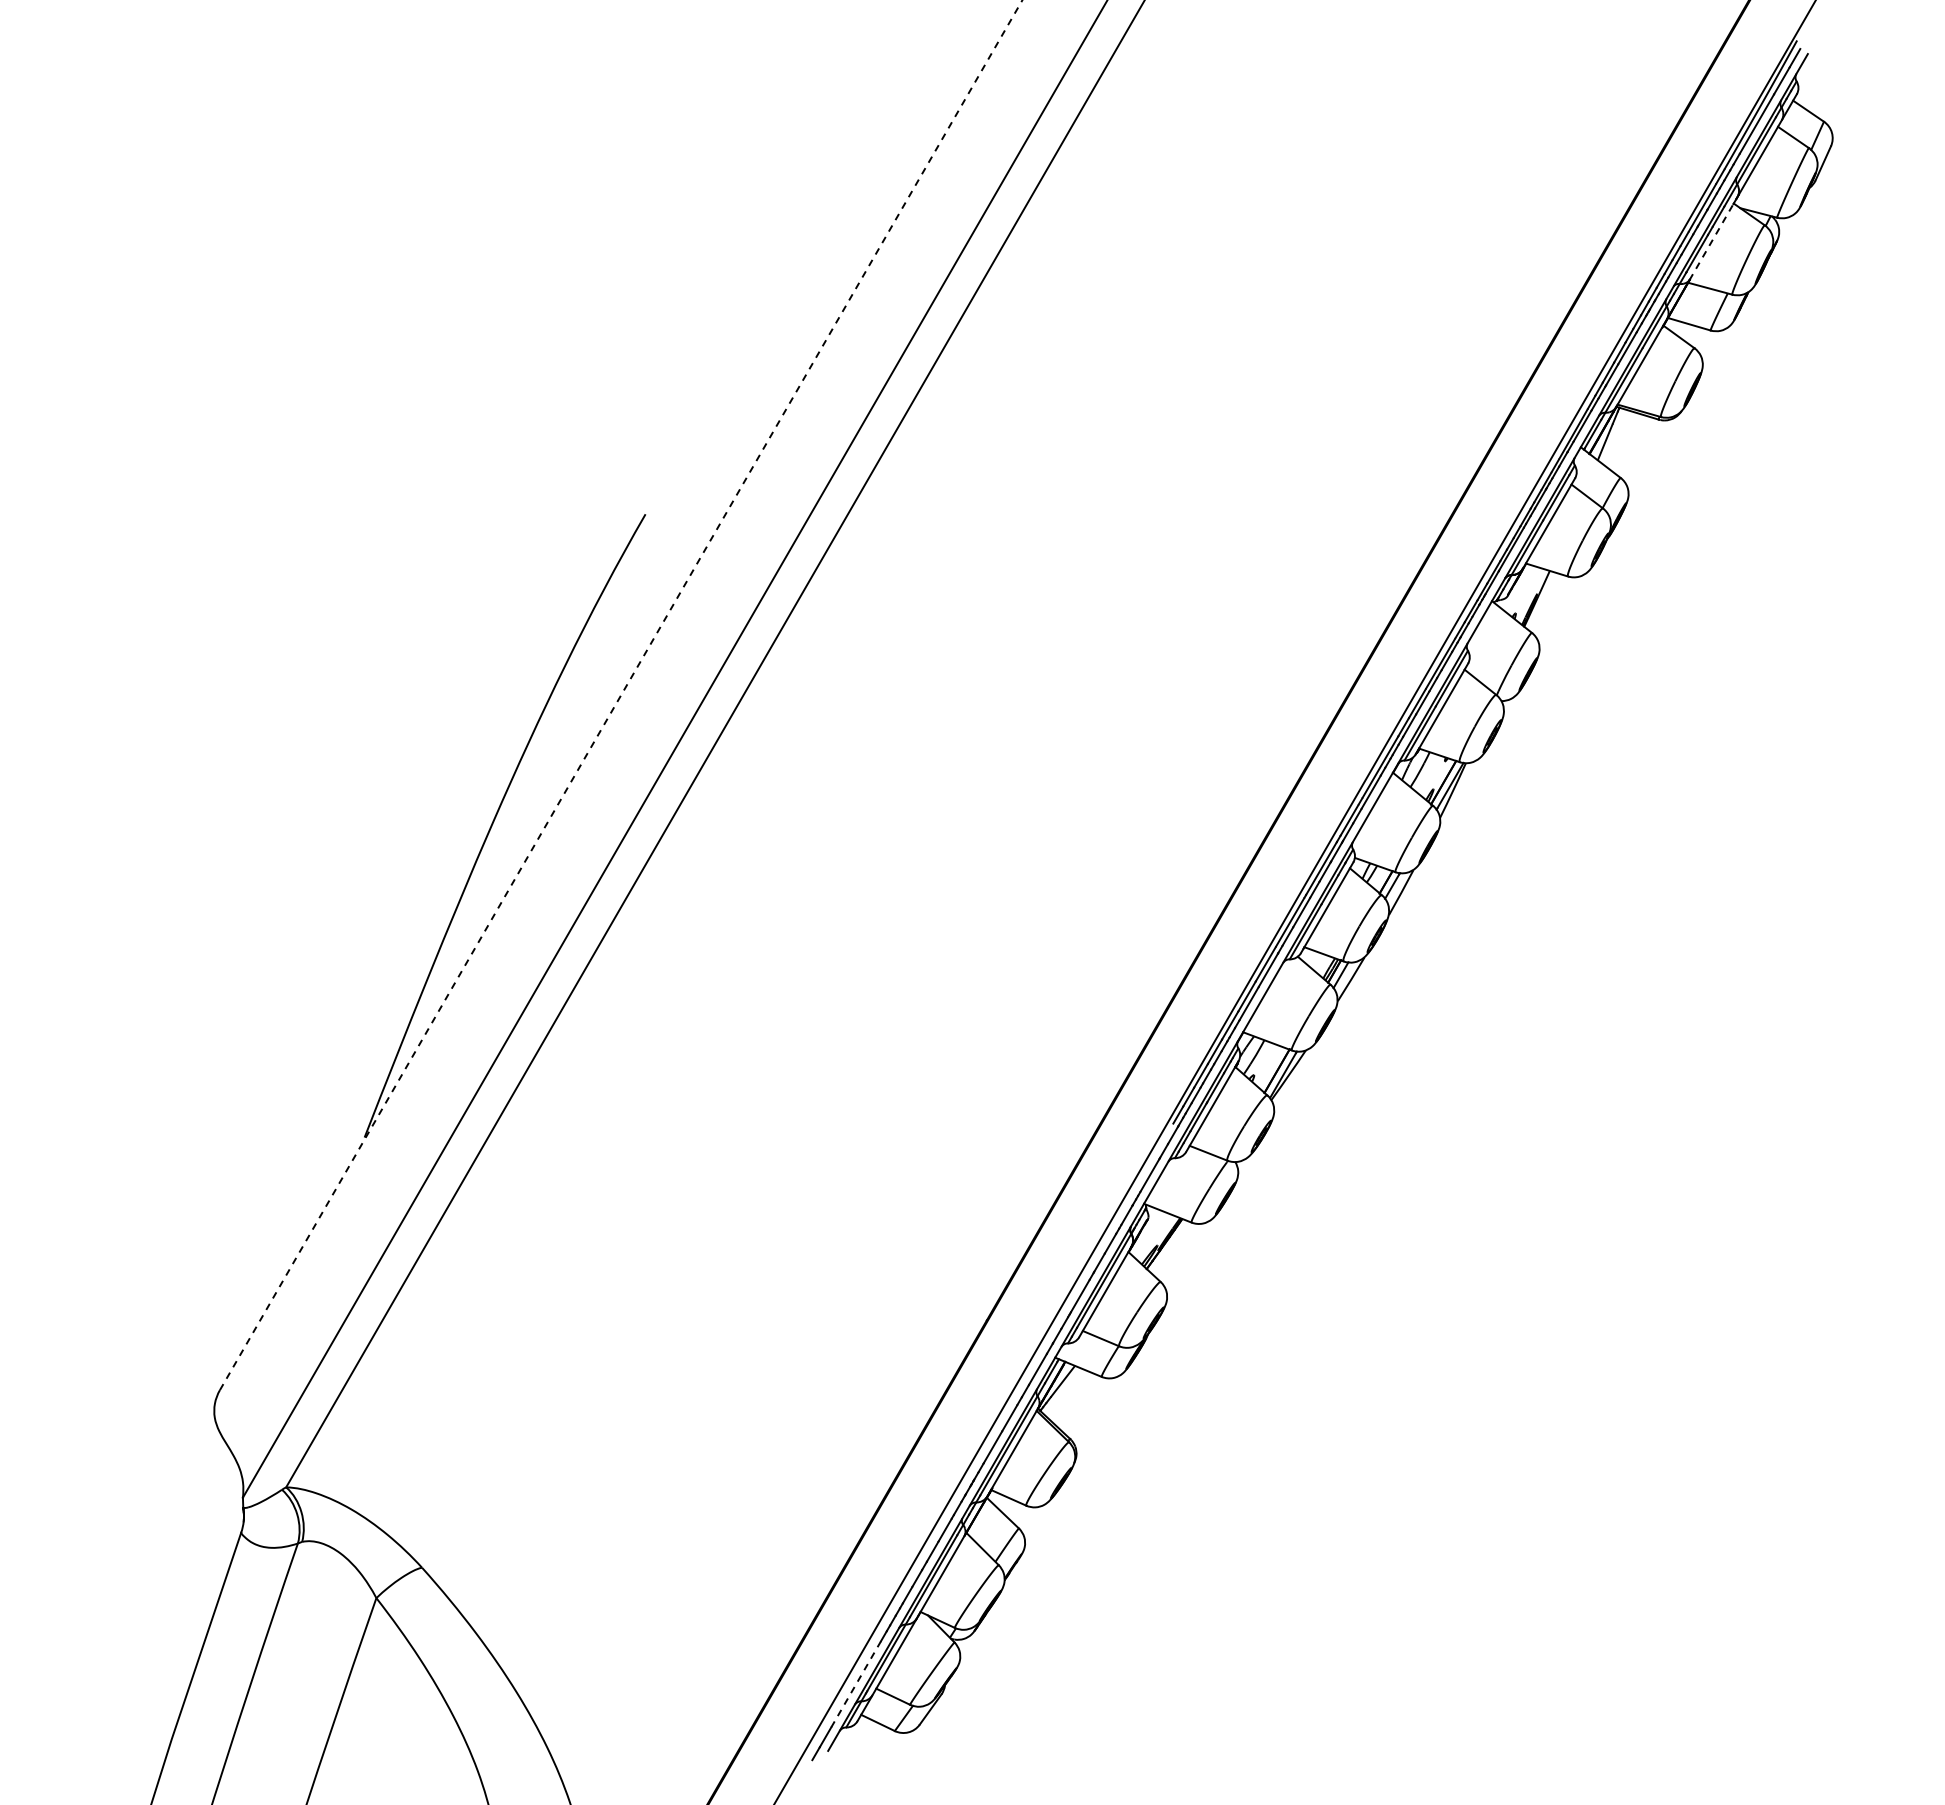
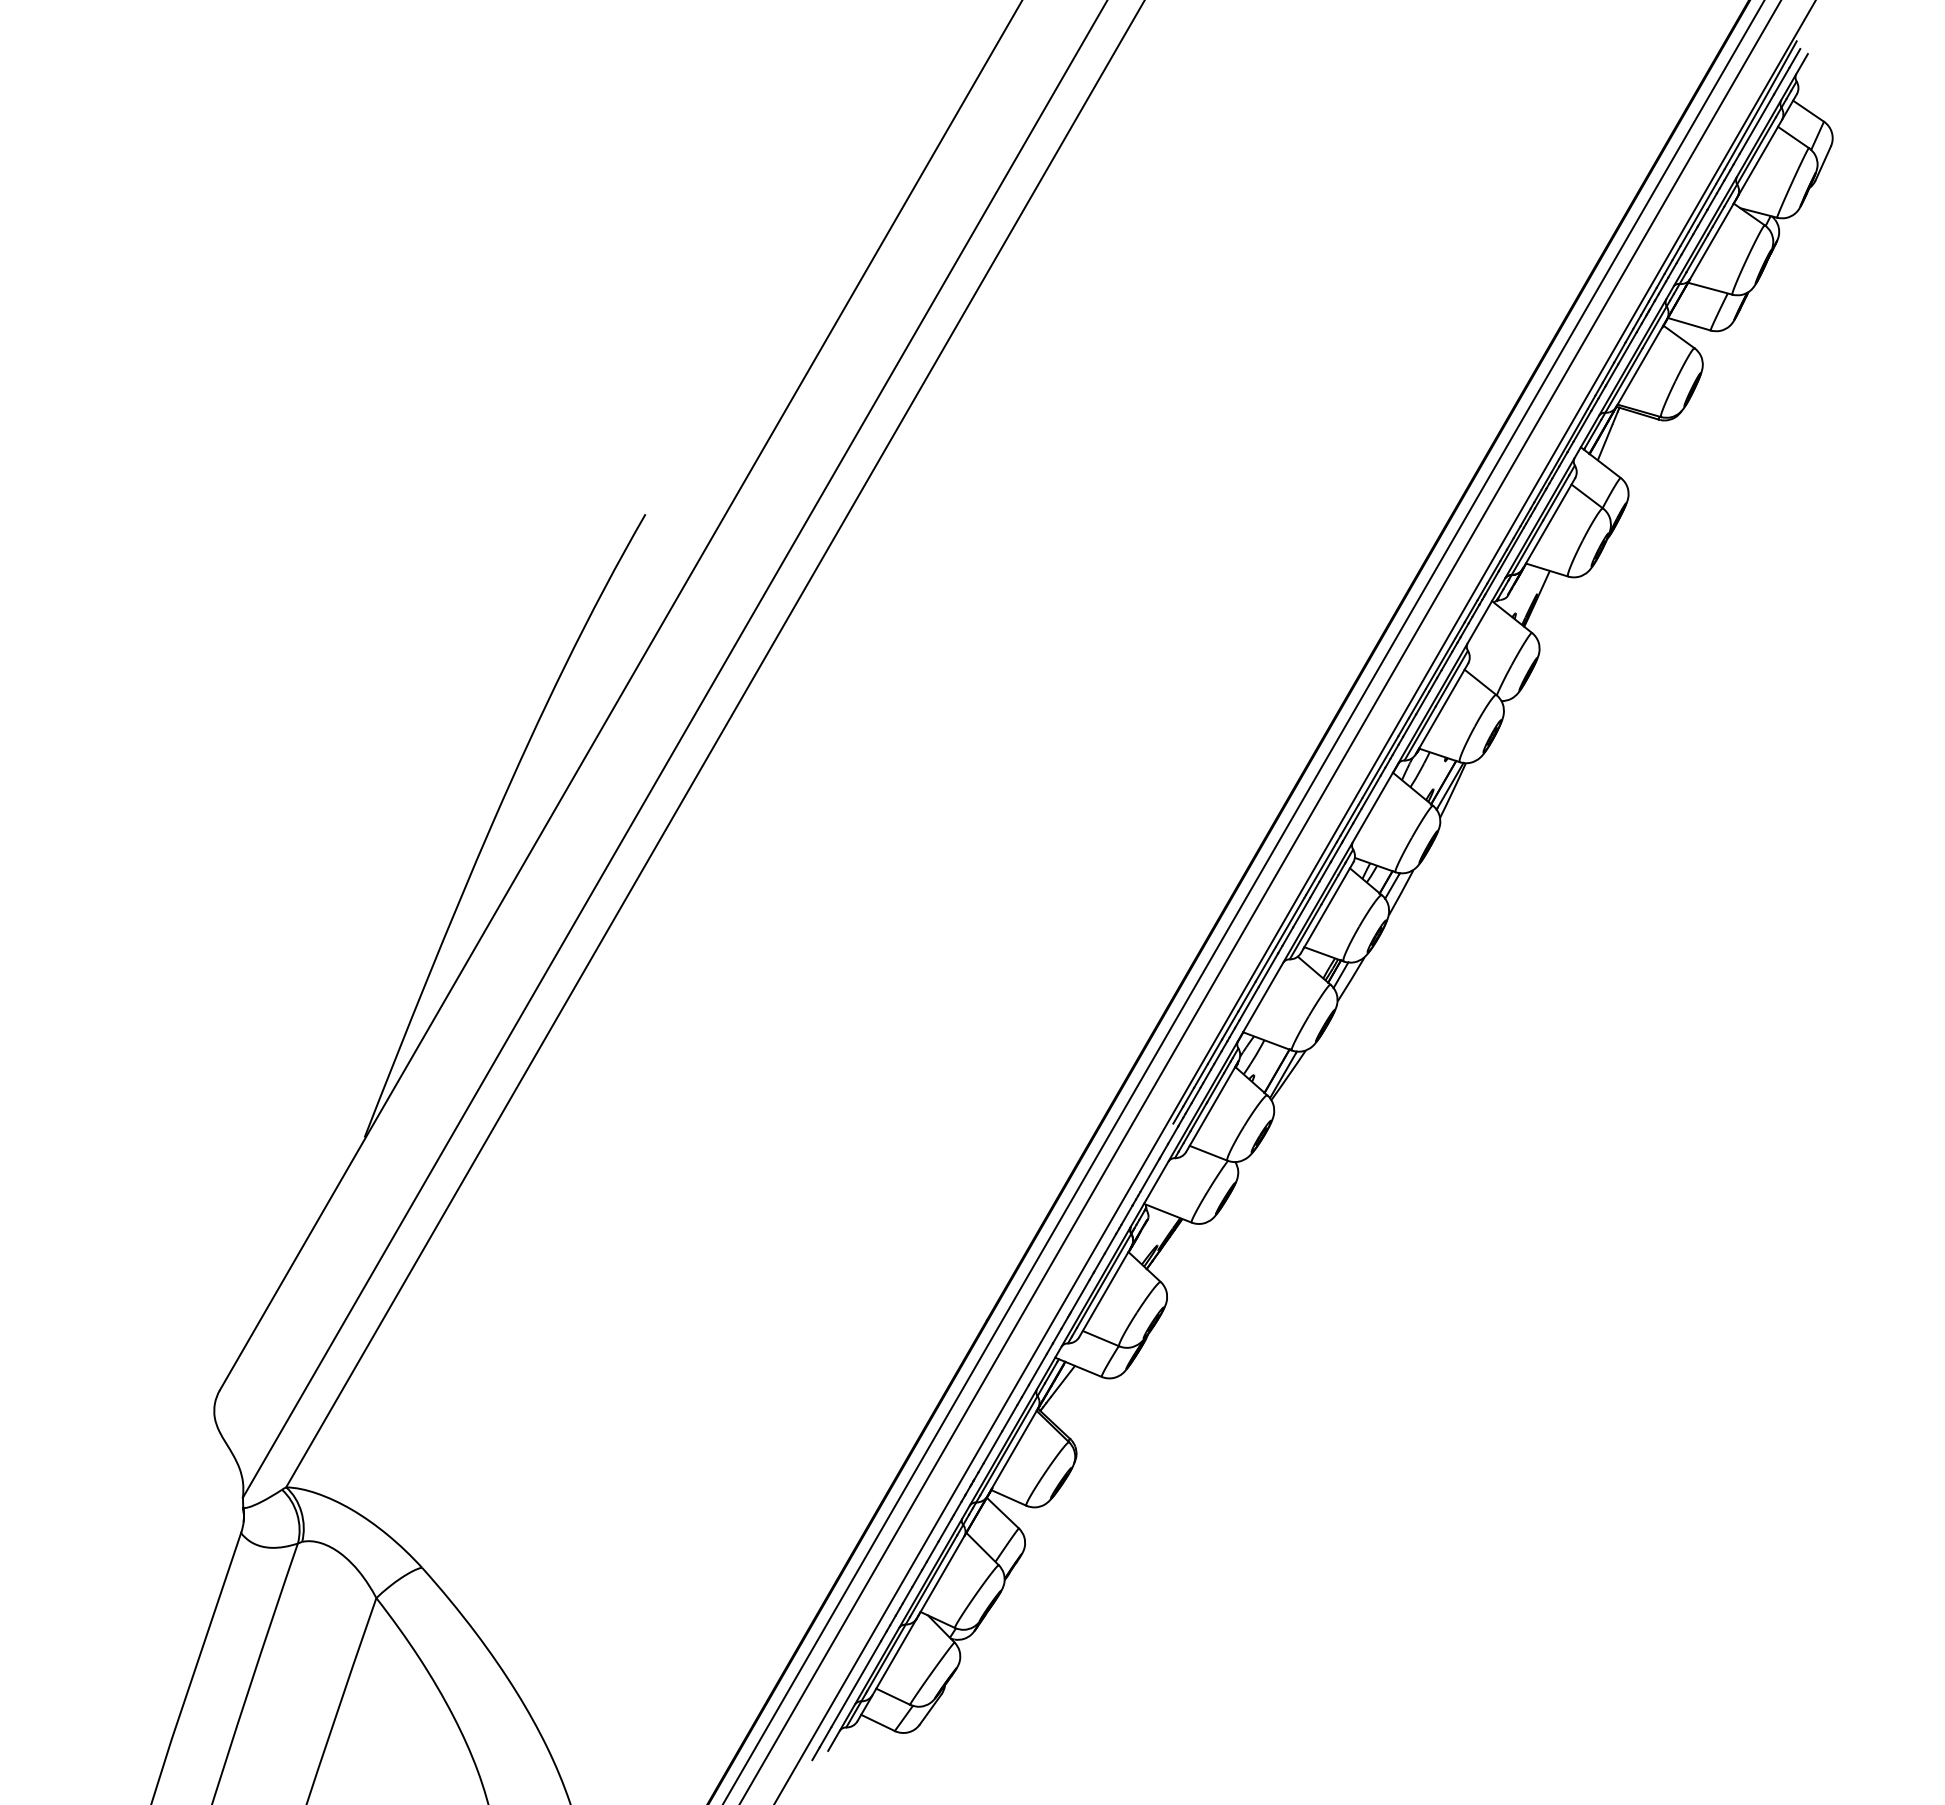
line at (1713, 237): dashed -> solid
line at (621, 694): dashed -> solid
line at (1243, 901): none -> present
line at (1260, 901): none -> present
line at (856, 1684): dashed -> solid
